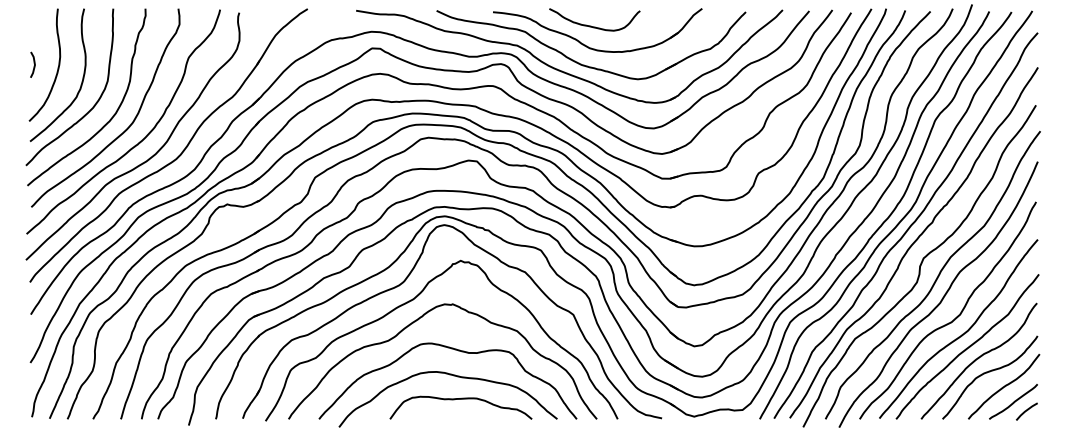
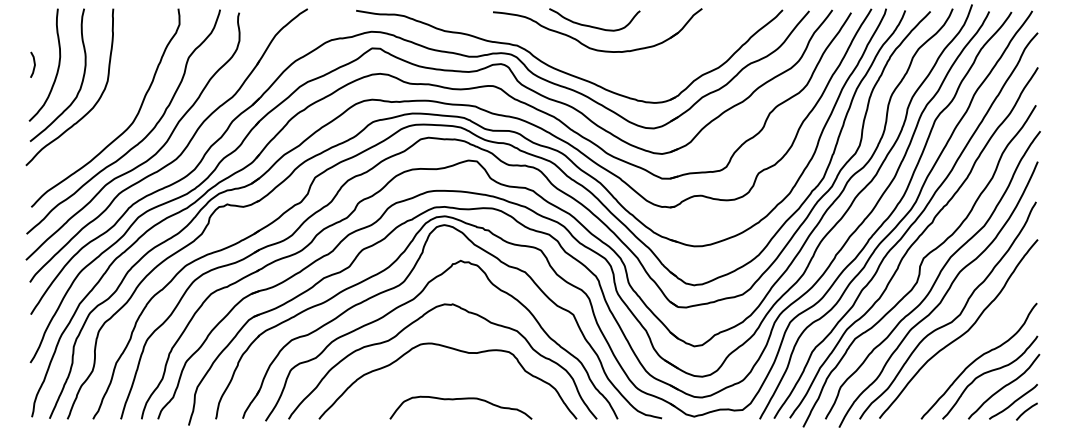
part at (584, 64): present -> none
curve at (109, 119): present -> none
curve at (968, 346): present -> none
curve at (453, 376): present -> none
